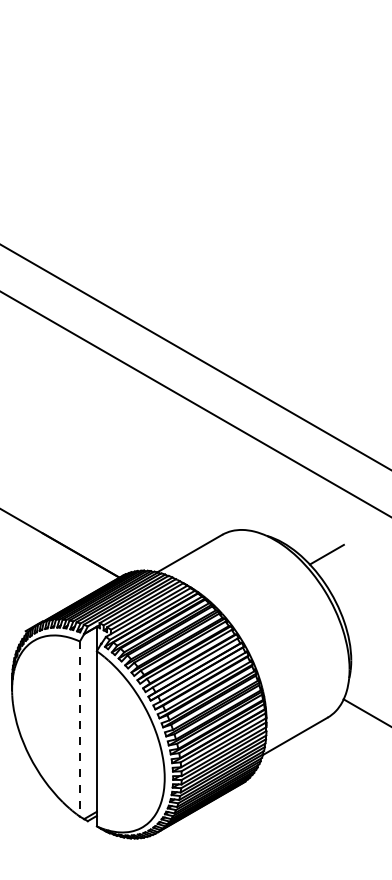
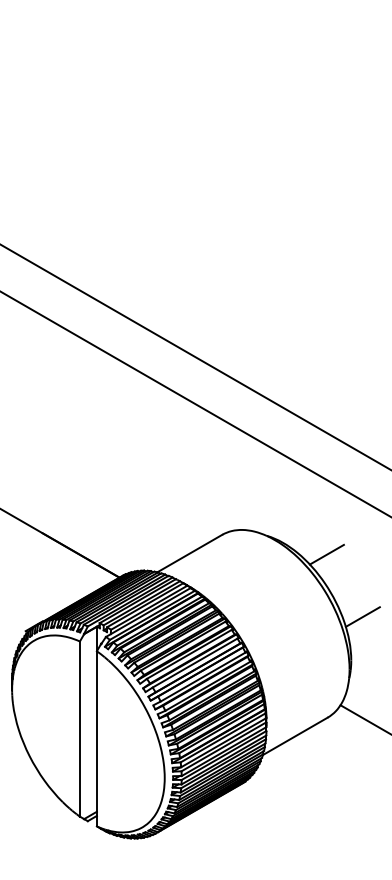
line at (362, 616): none -> present
line at (365, 712) position: (365, 712) -> (364, 718)
line at (79, 729): dashed -> solid
